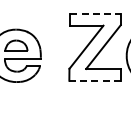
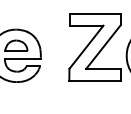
line at (95, 13): dashed -> solid
line at (95, 80): dashed -> solid
